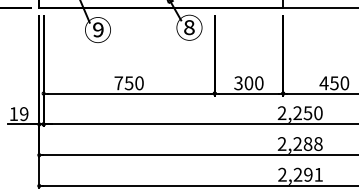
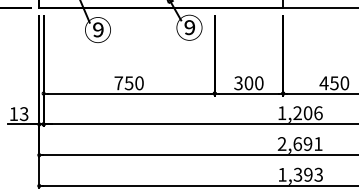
text at (189, 27): ⑧ -> ⑨
text at (23, 113): 19 -> 13
text at (299, 113): 2,250 -> 1,206
text at (307, 144): 2,288 -> 2,691
text at (300, 174): 2,291 -> 1,393
